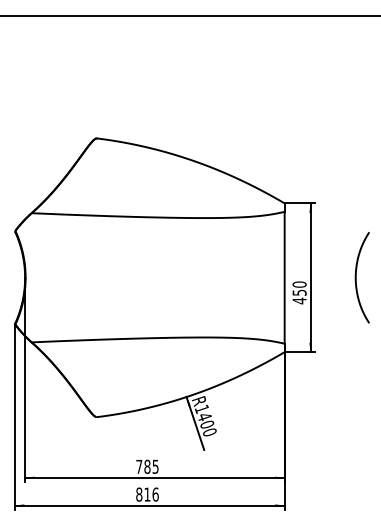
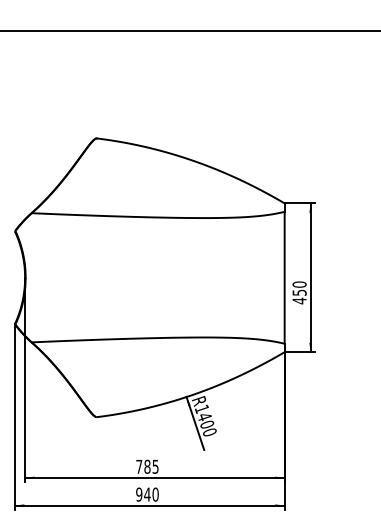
line at (189, 15) position: (189, 15) -> (189, 30)
curve at (356, 277): present -> none
text at (147, 494): 816 -> 940
